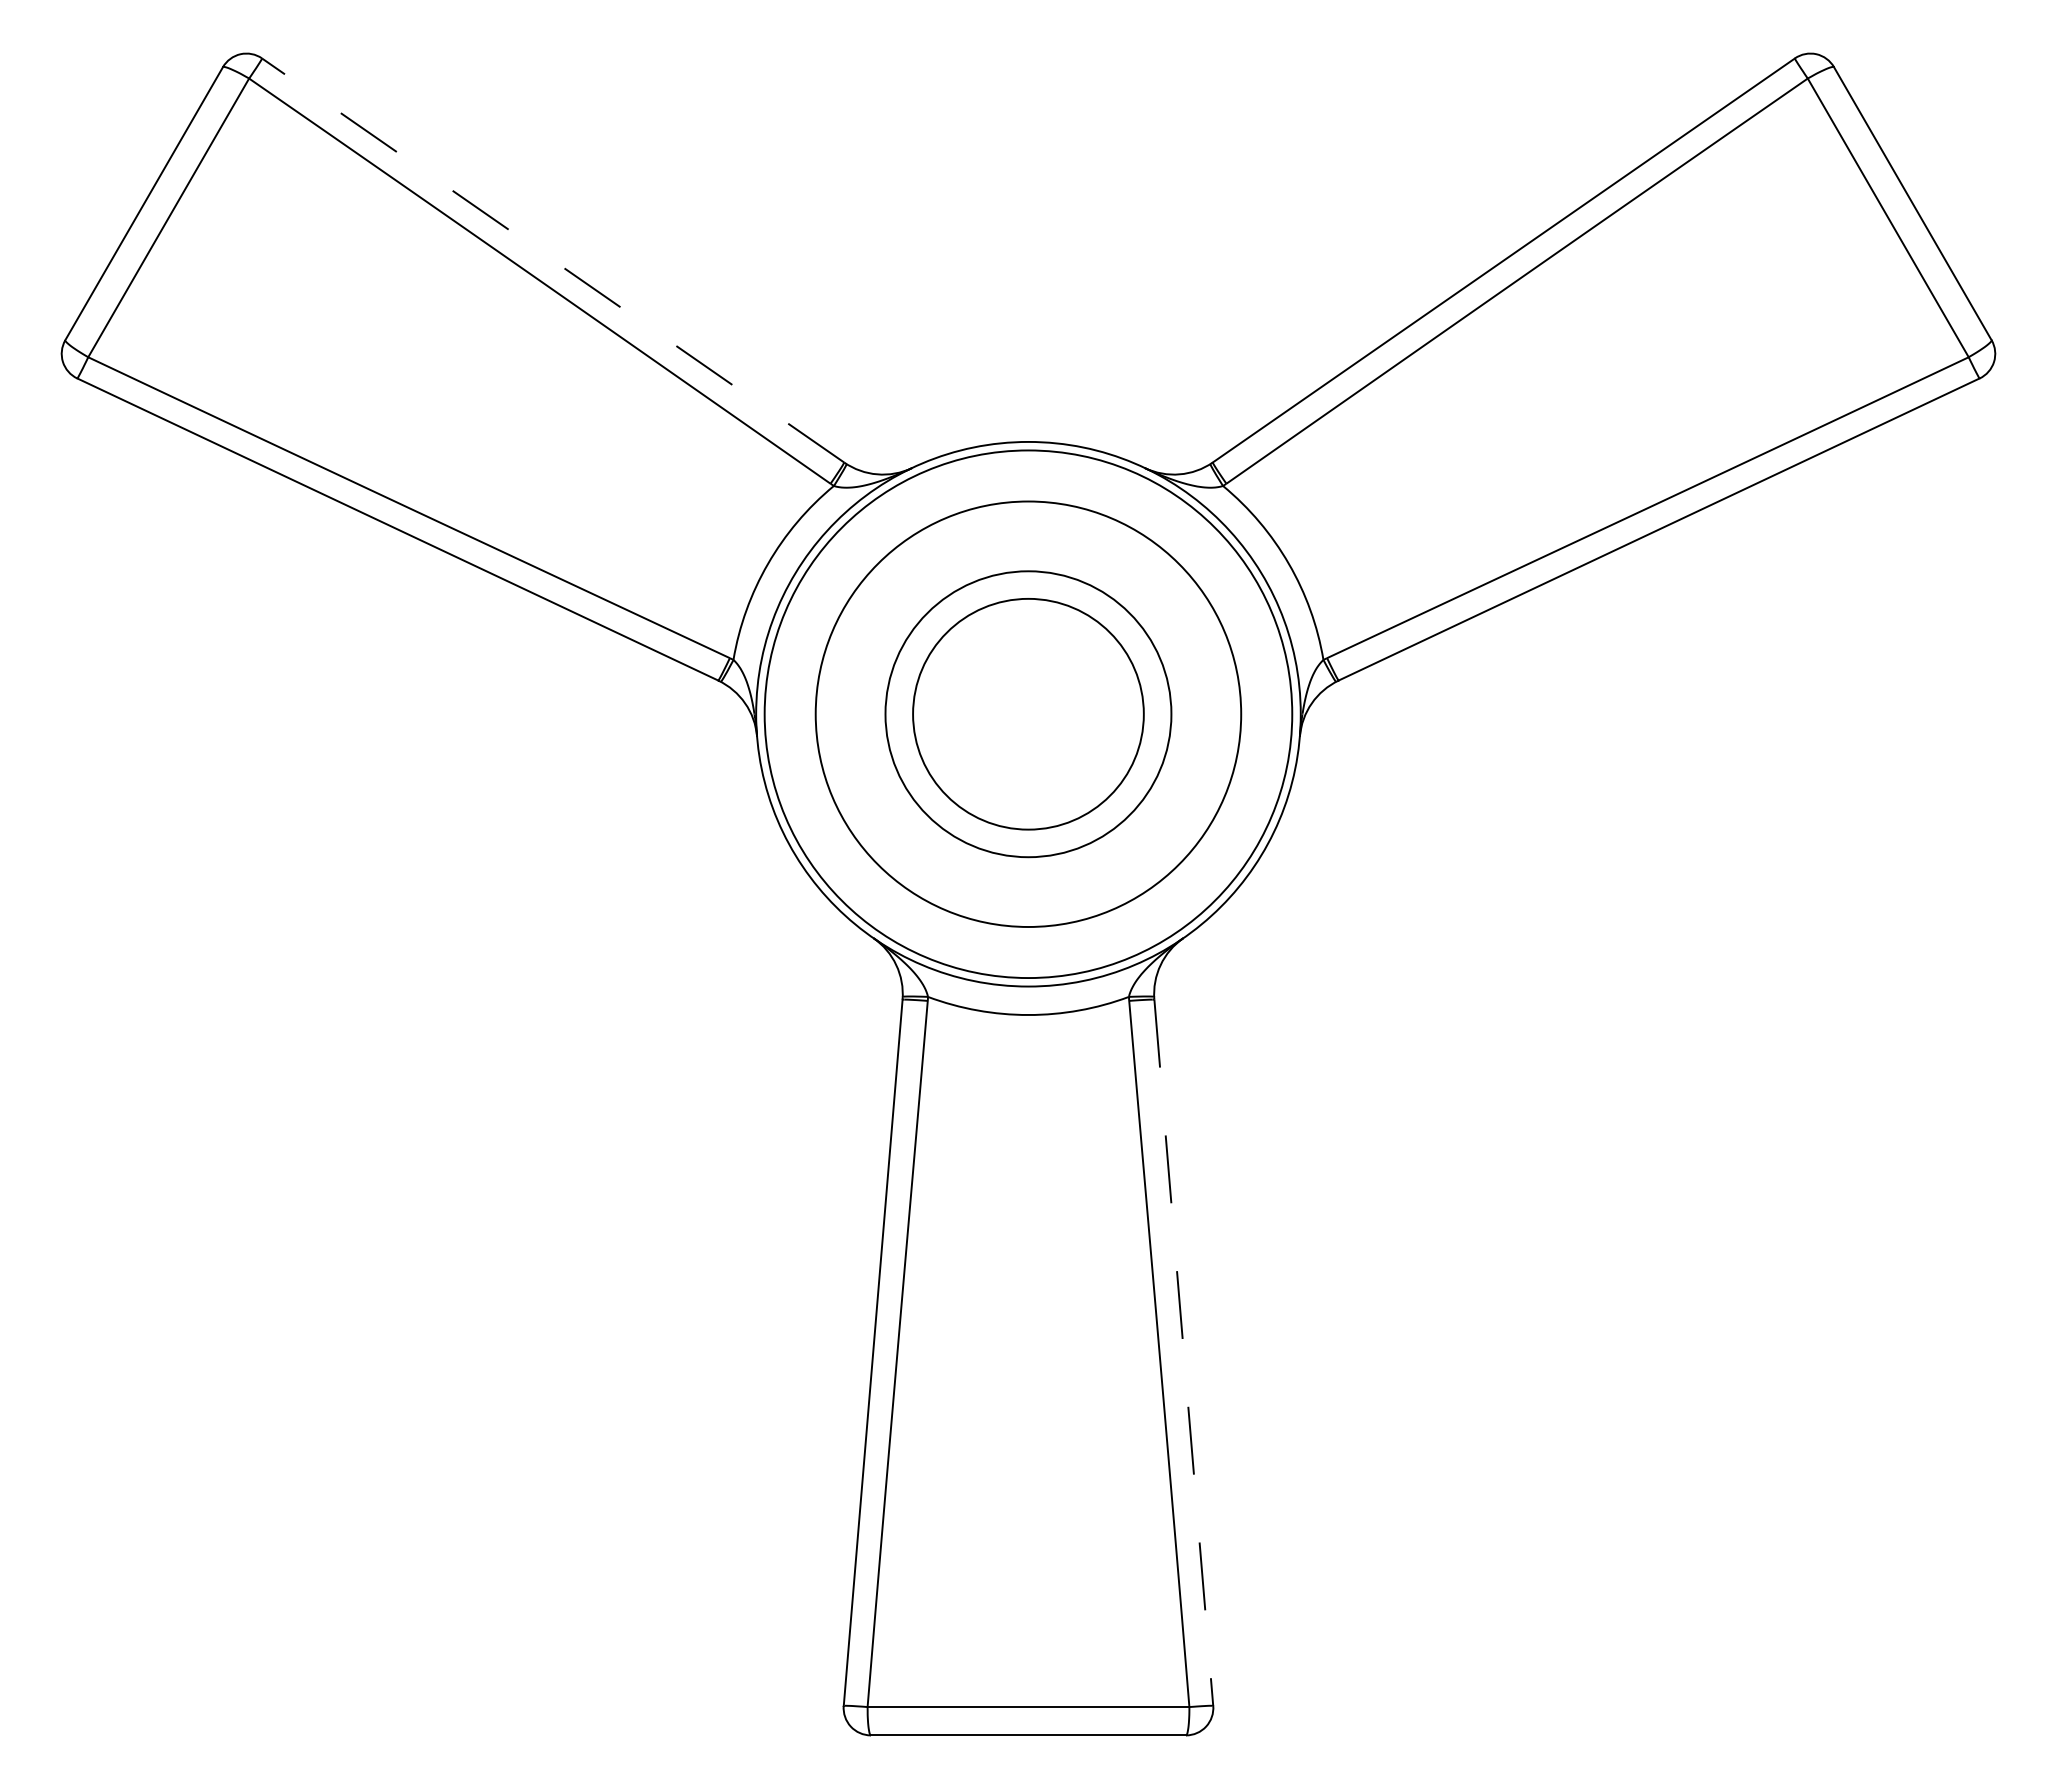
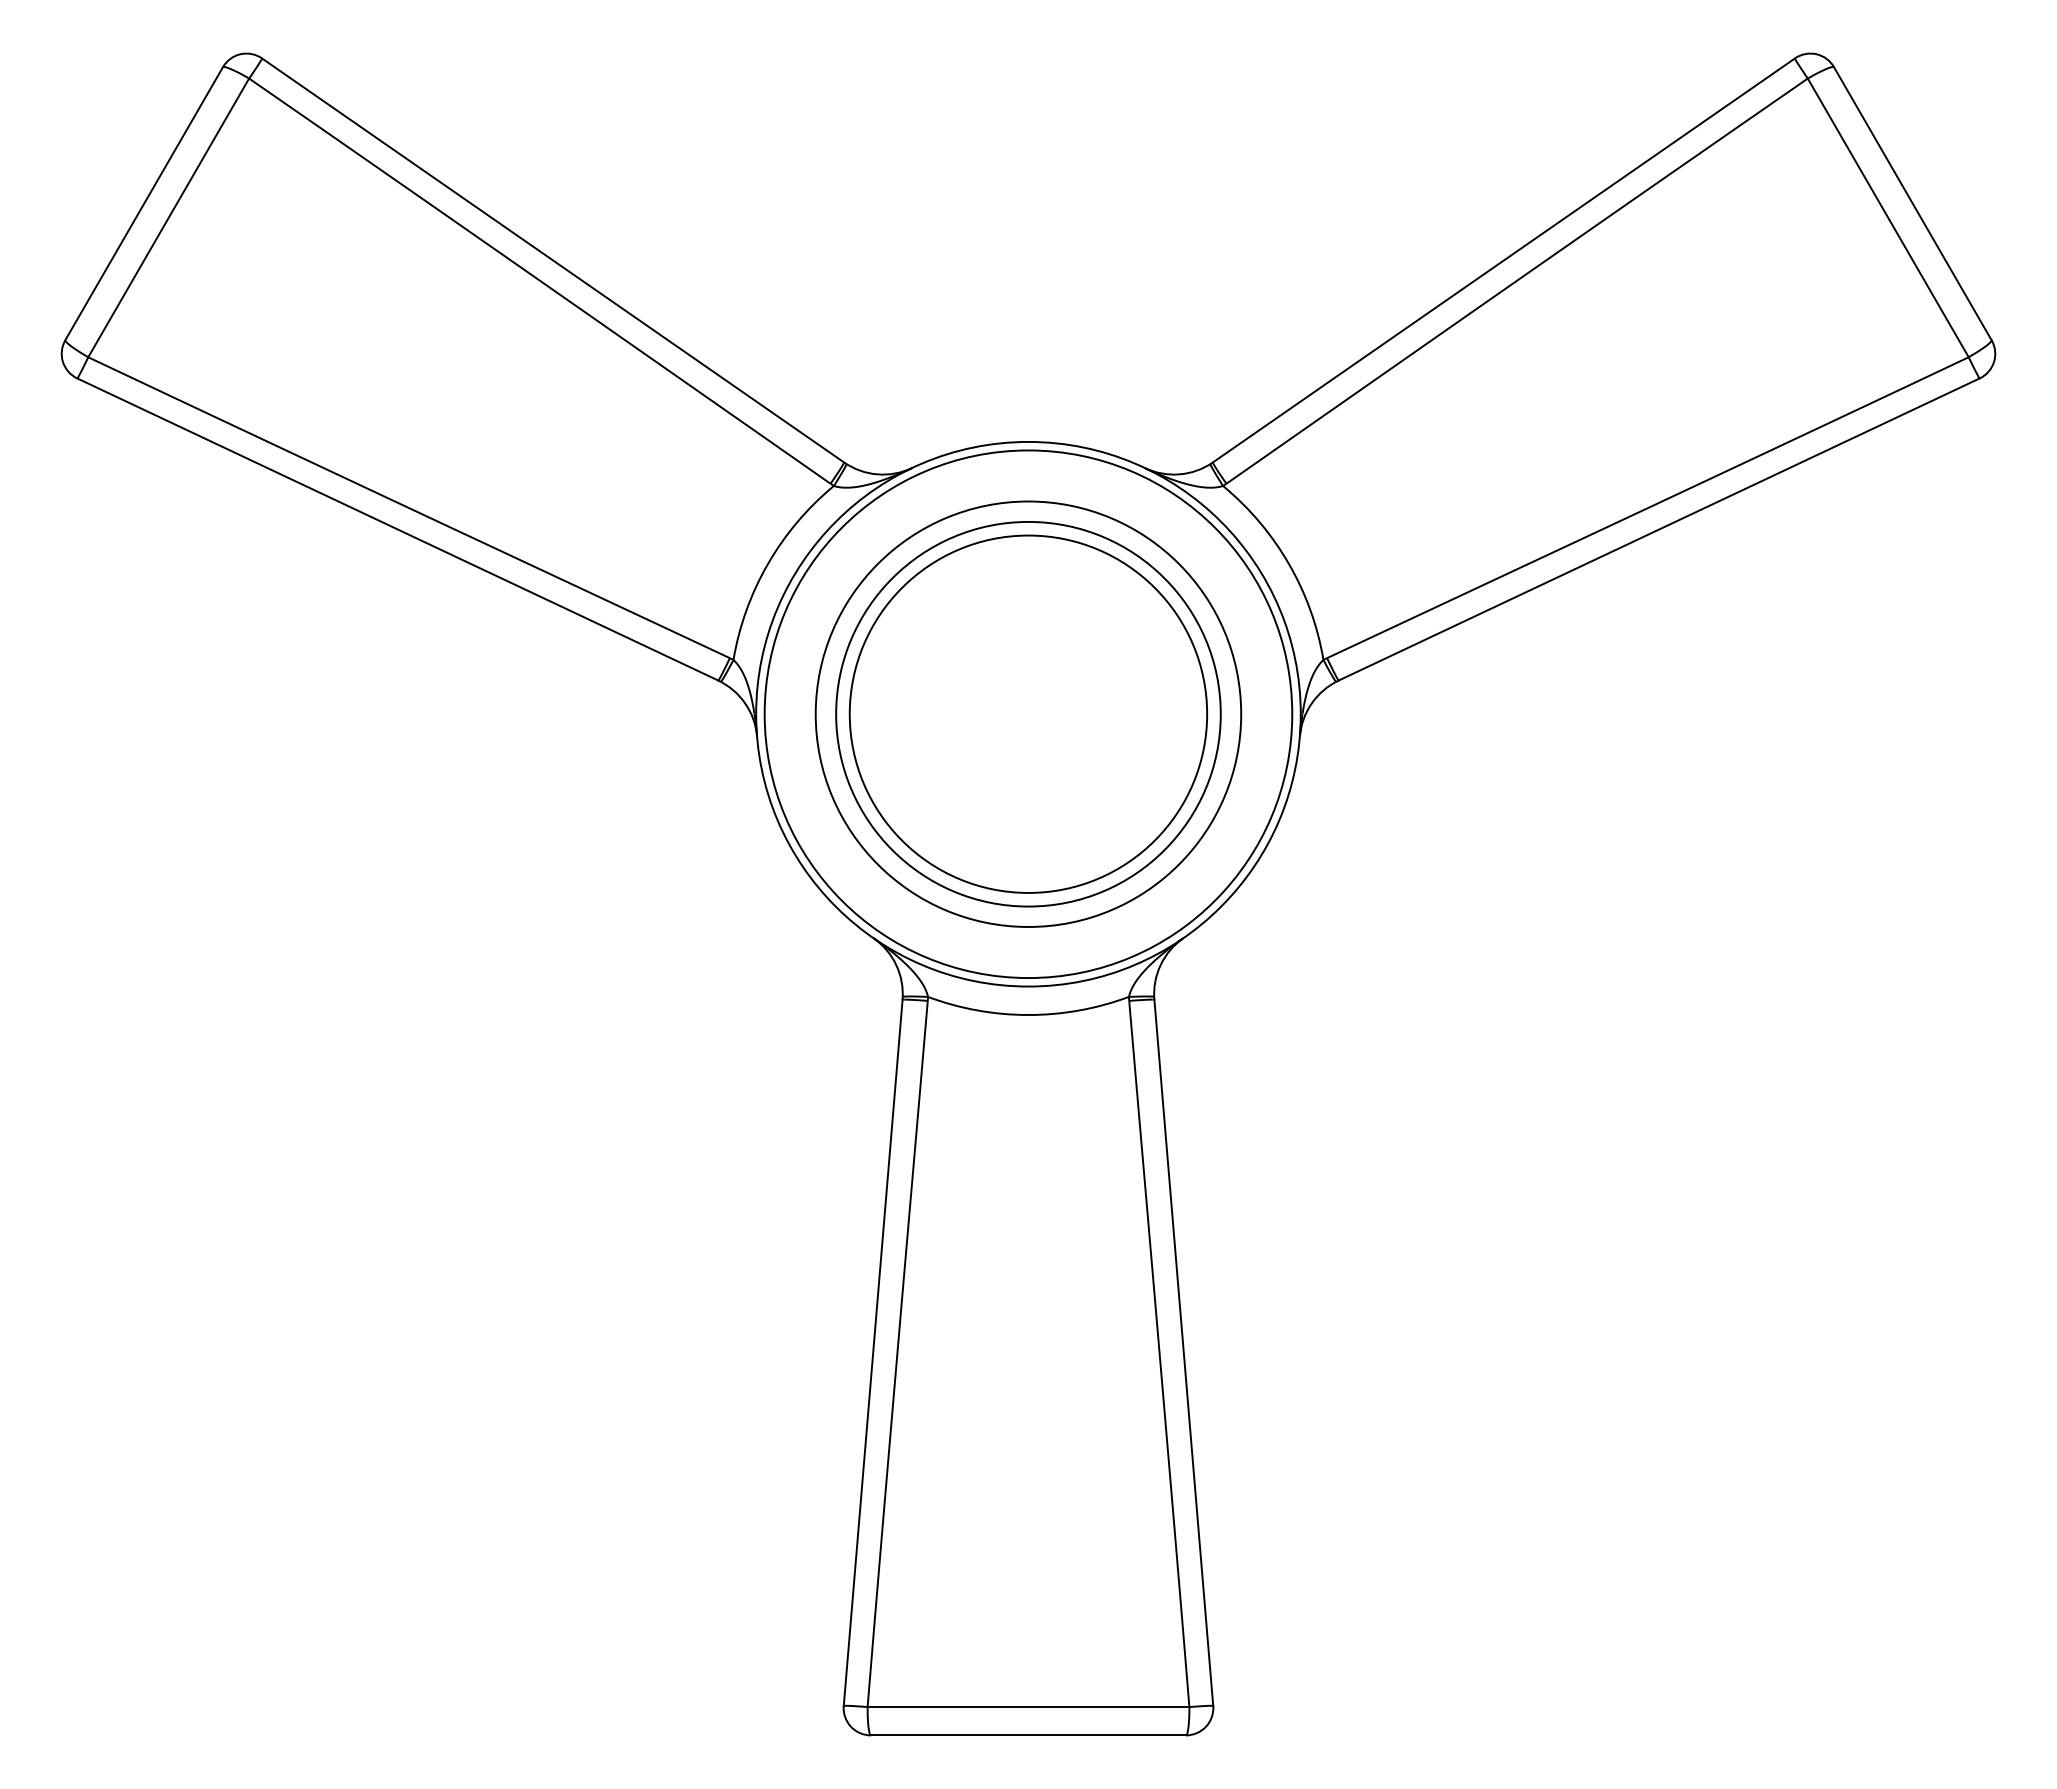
line at (552, 260): dashed -> solid
circle at (1028, 713) diameter: 231 px -> 385 px
circle at (1028, 714) diameter: 286 px -> 357 px
line at (1183, 1353): dashed -> solid
